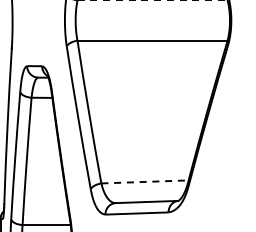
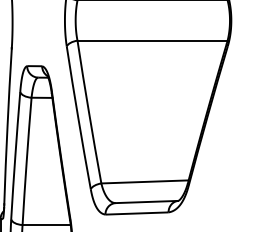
line at (153, 0): dashed -> solid
line at (145, 181): dashed -> solid
